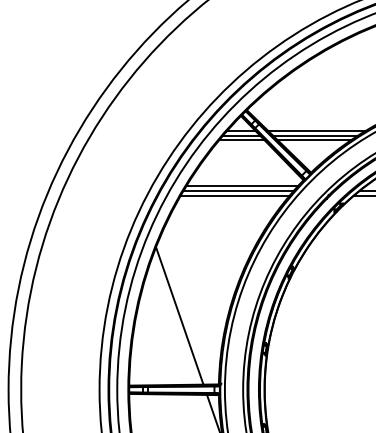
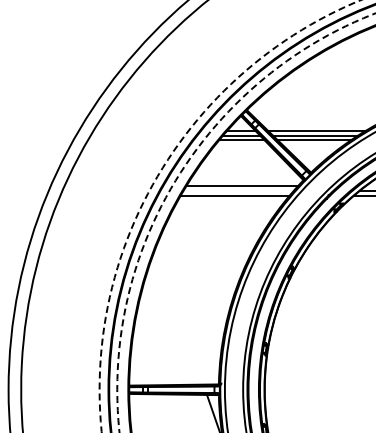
arc at (158, 175): solid -> dashed
line at (238, 190): present -> none
circle at (246, 222): solid -> dashed
line at (179, 315): present -> none
